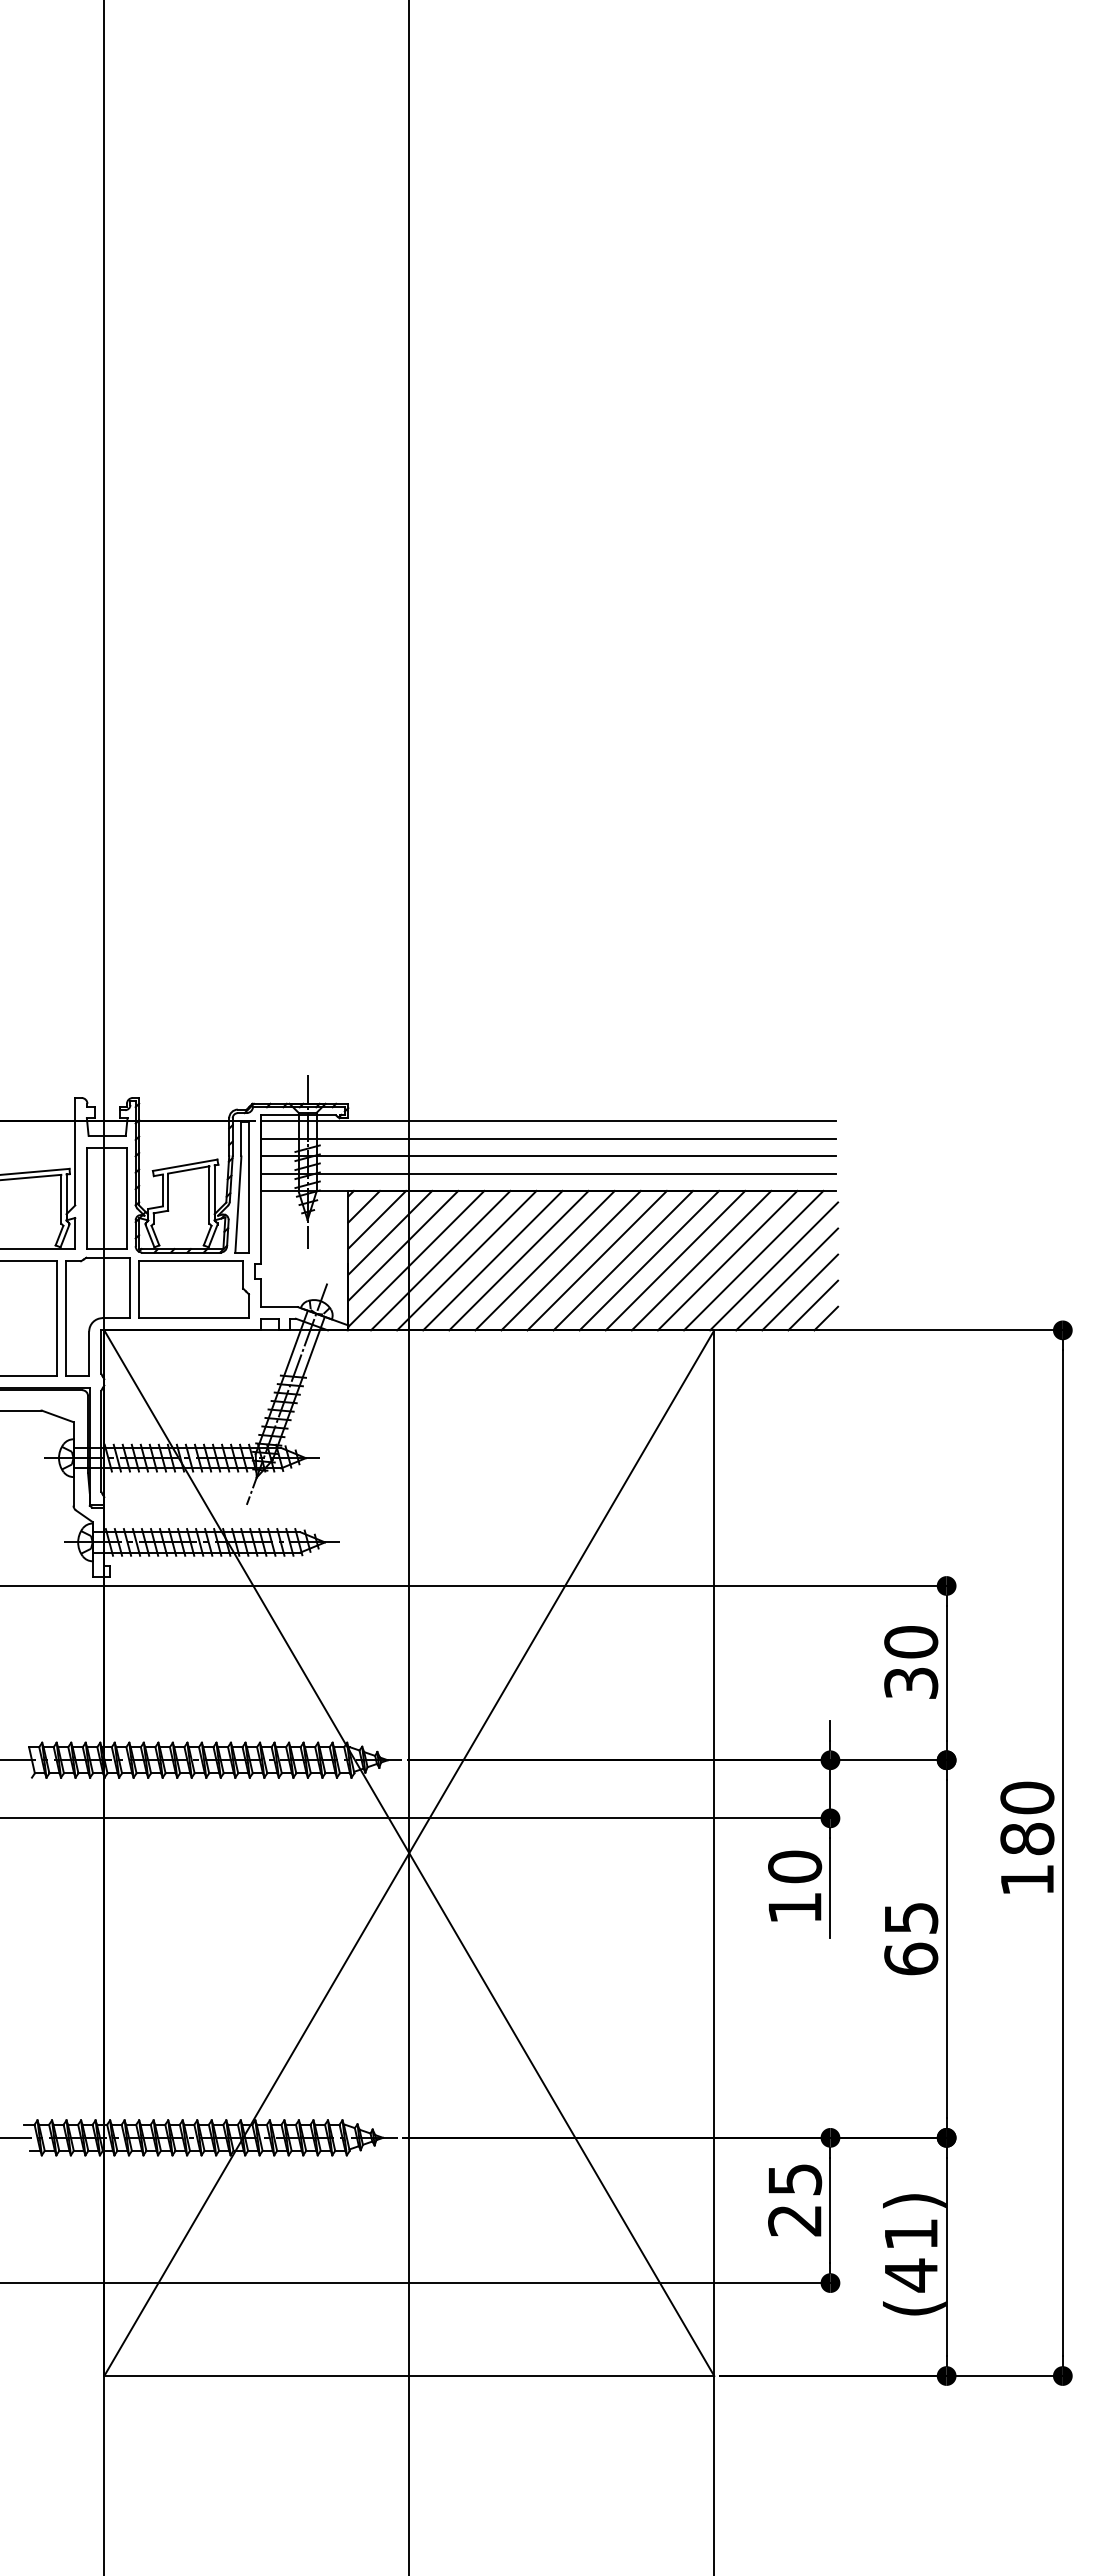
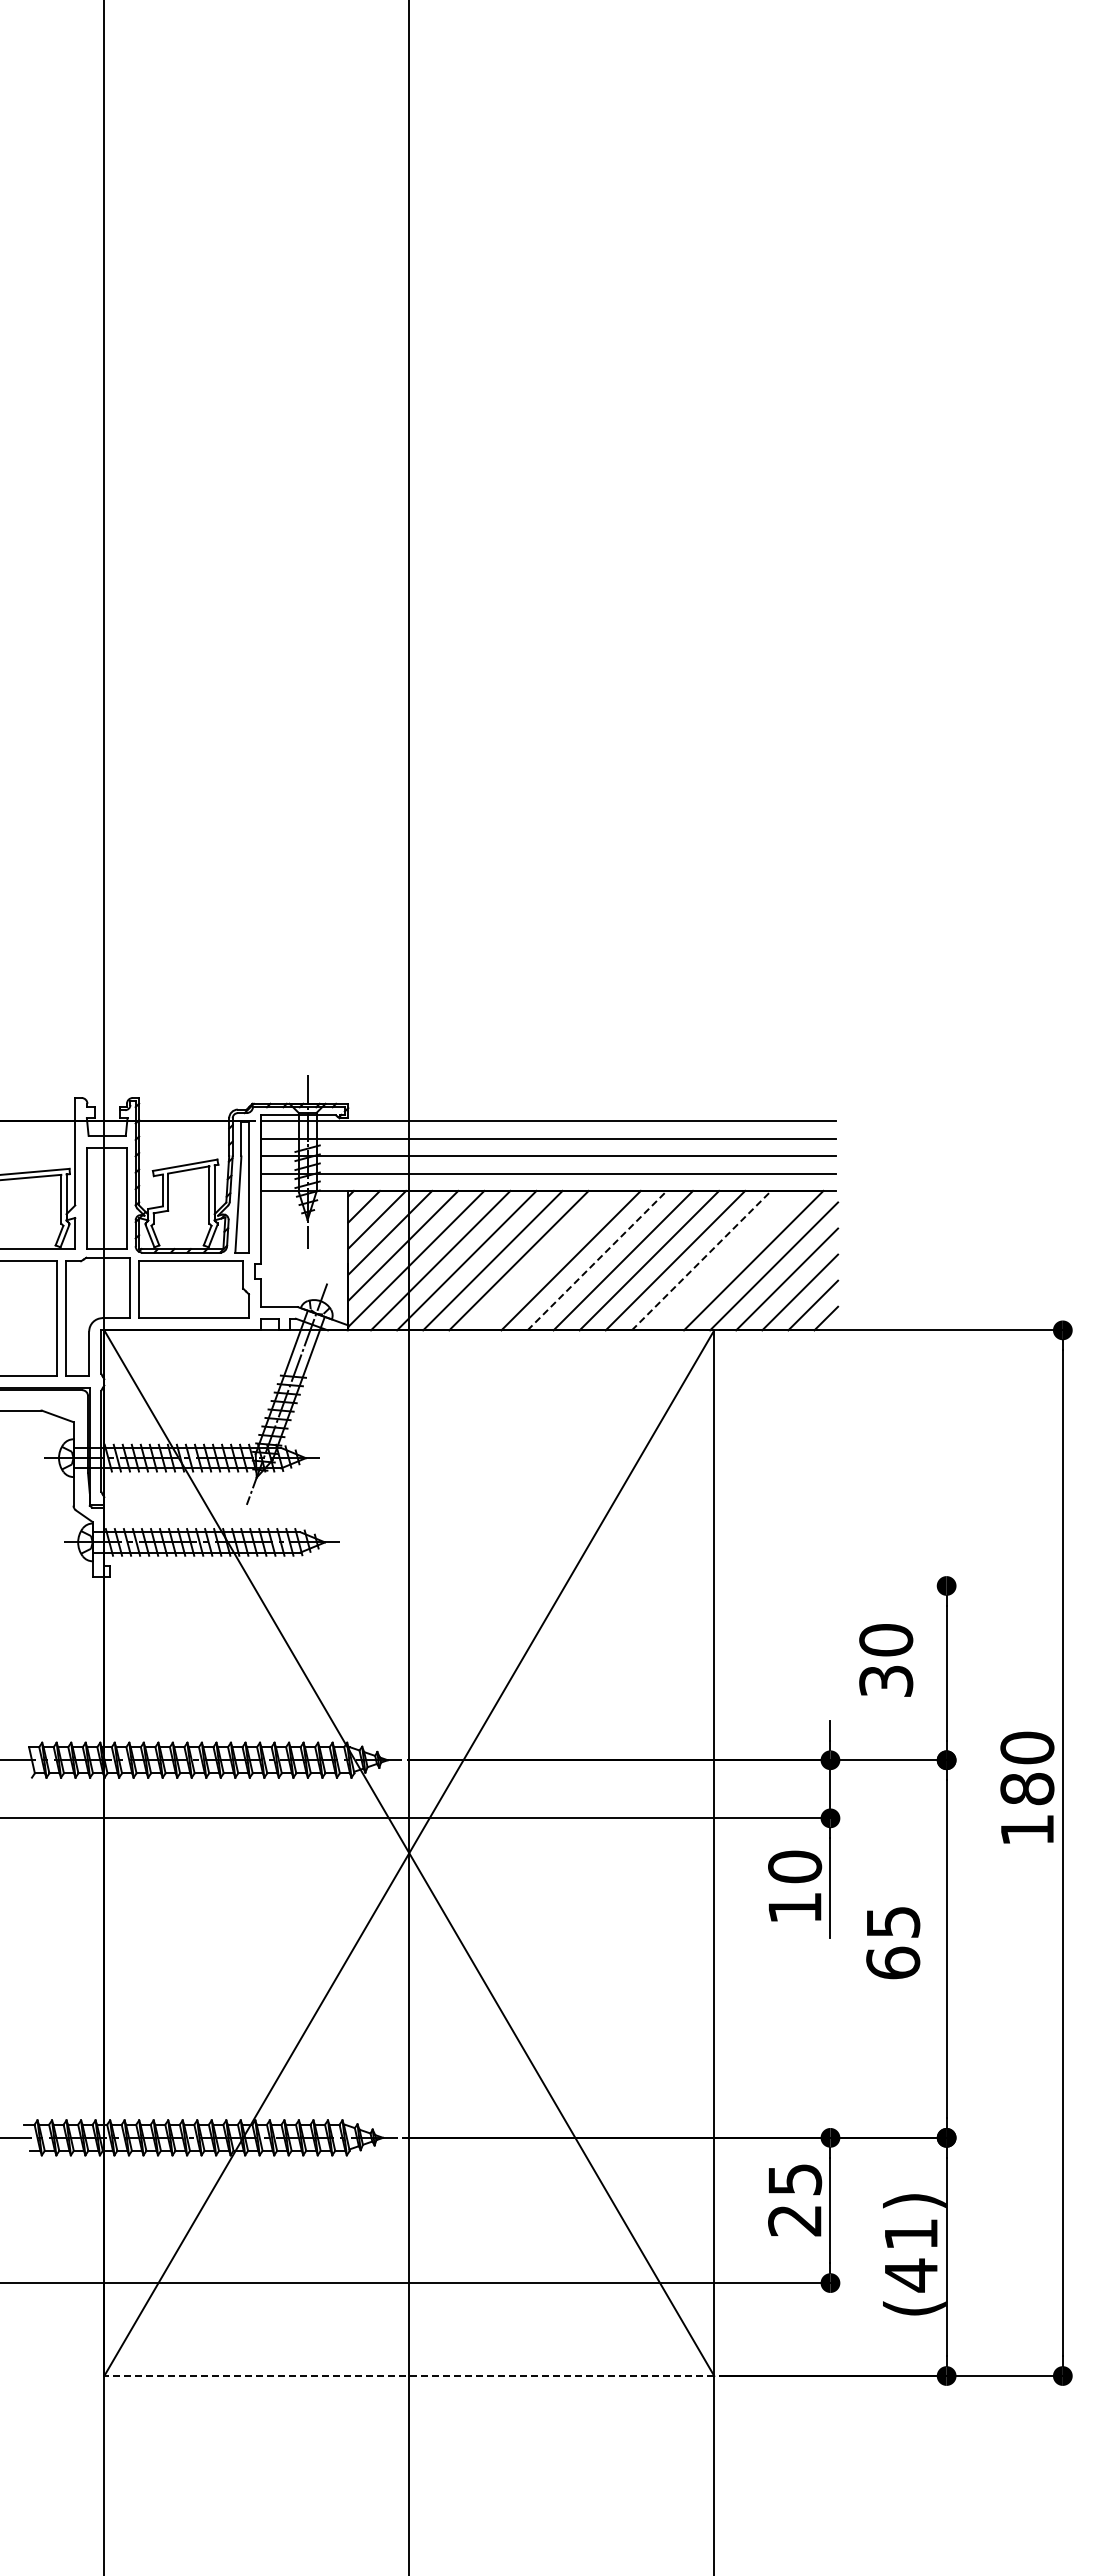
line at (544, 1260): present -> none
line at (597, 1260): solid -> dashed
line at (701, 1260): solid -> dashed
line at (727, 1260): present -> none
line at (477, 1585): present -> none
text at (911, 1662) position: (911, 1662) -> (886, 1660)
text at (1027, 1837) position: (1027, 1837) -> (1027, 1787)
text at (911, 1939) position: (911, 1939) -> (893, 1943)
line at (409, 2376): solid -> dashed
